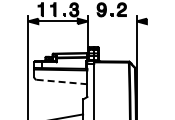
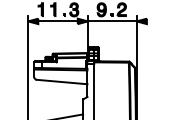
line at (112, 21): none -> present
line at (61, 82): dashed -> solid
